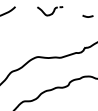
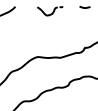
curve at (87, 16) position: (87, 16) -> (84, 7)
